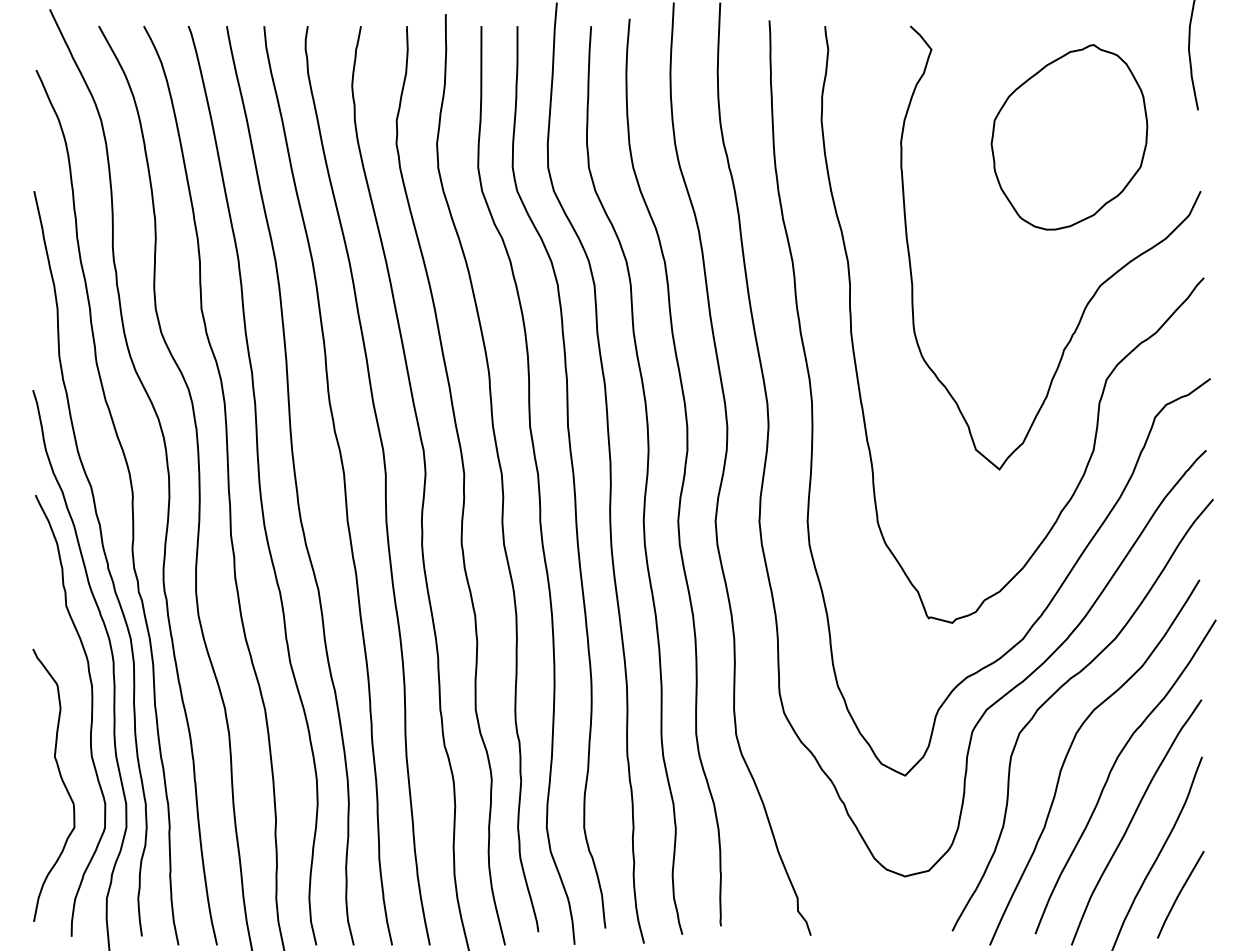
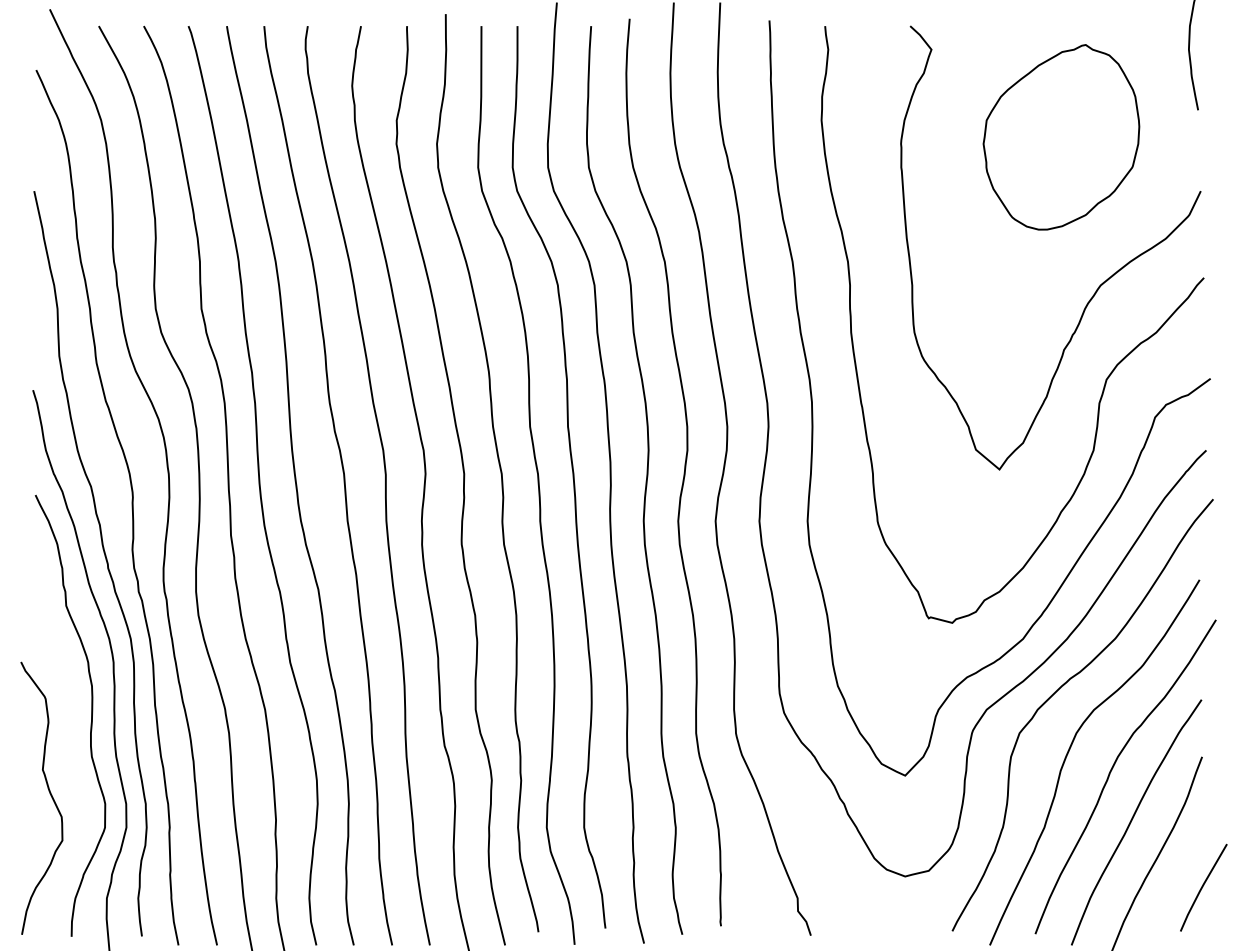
part at (1069, 137) position: (1069, 137) -> (1061, 137)
curve at (61, 780) position: (61, 780) -> (49, 793)
line at (1180, 894) position: (1180, 894) -> (1203, 887)
